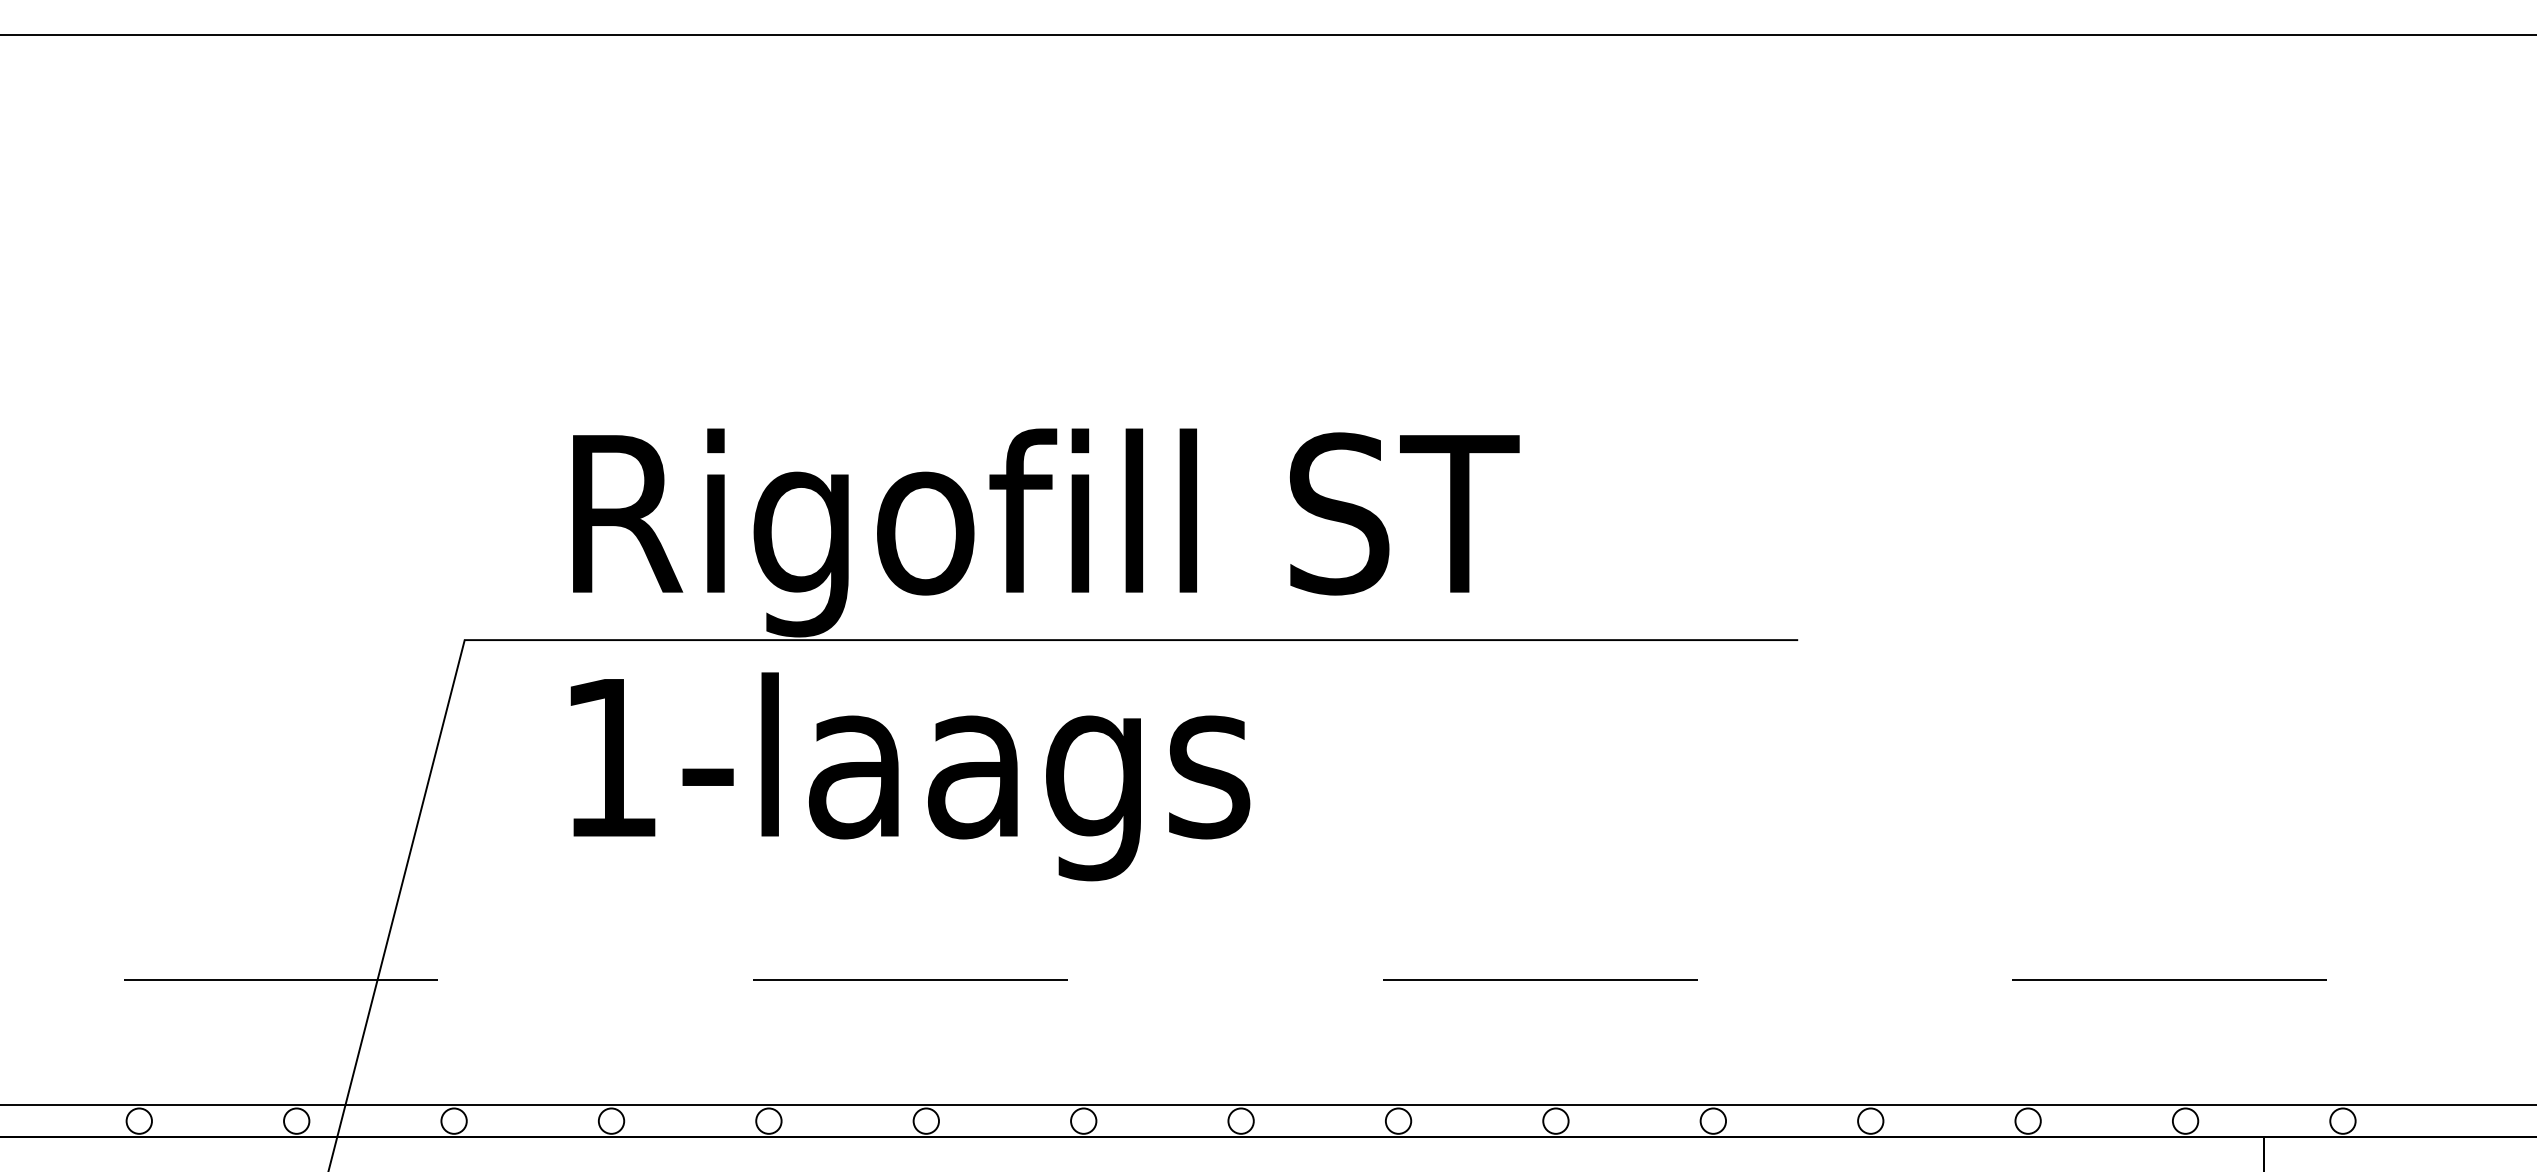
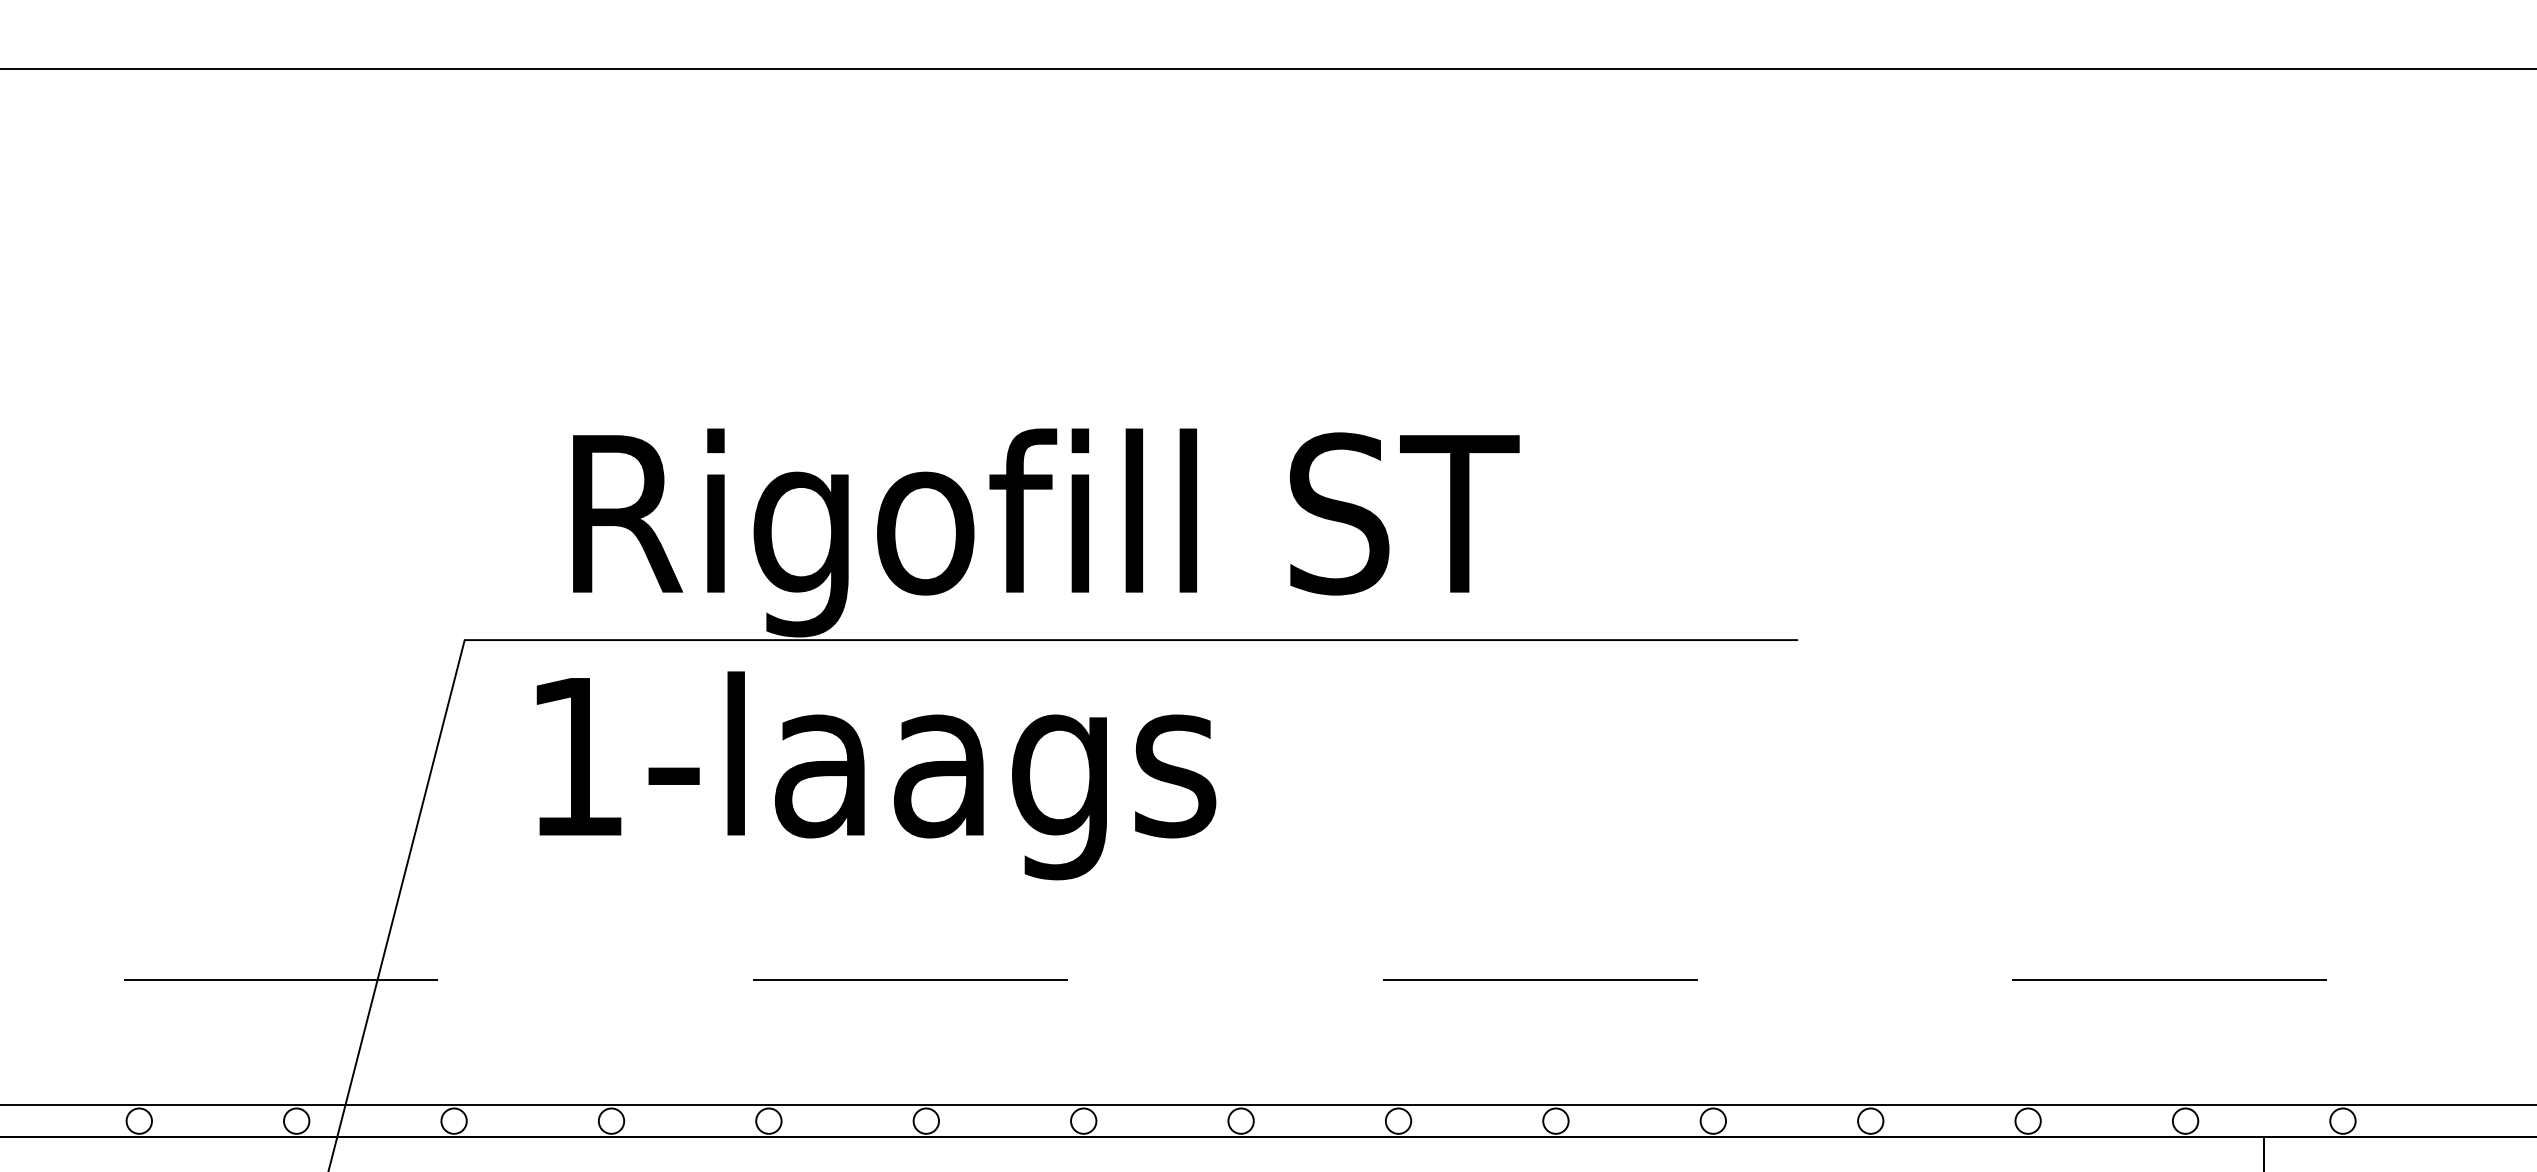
line at (1267, 35) position: (1267, 35) -> (1267, 69)
text at (910, 776) position: (910, 776) -> (876, 775)
